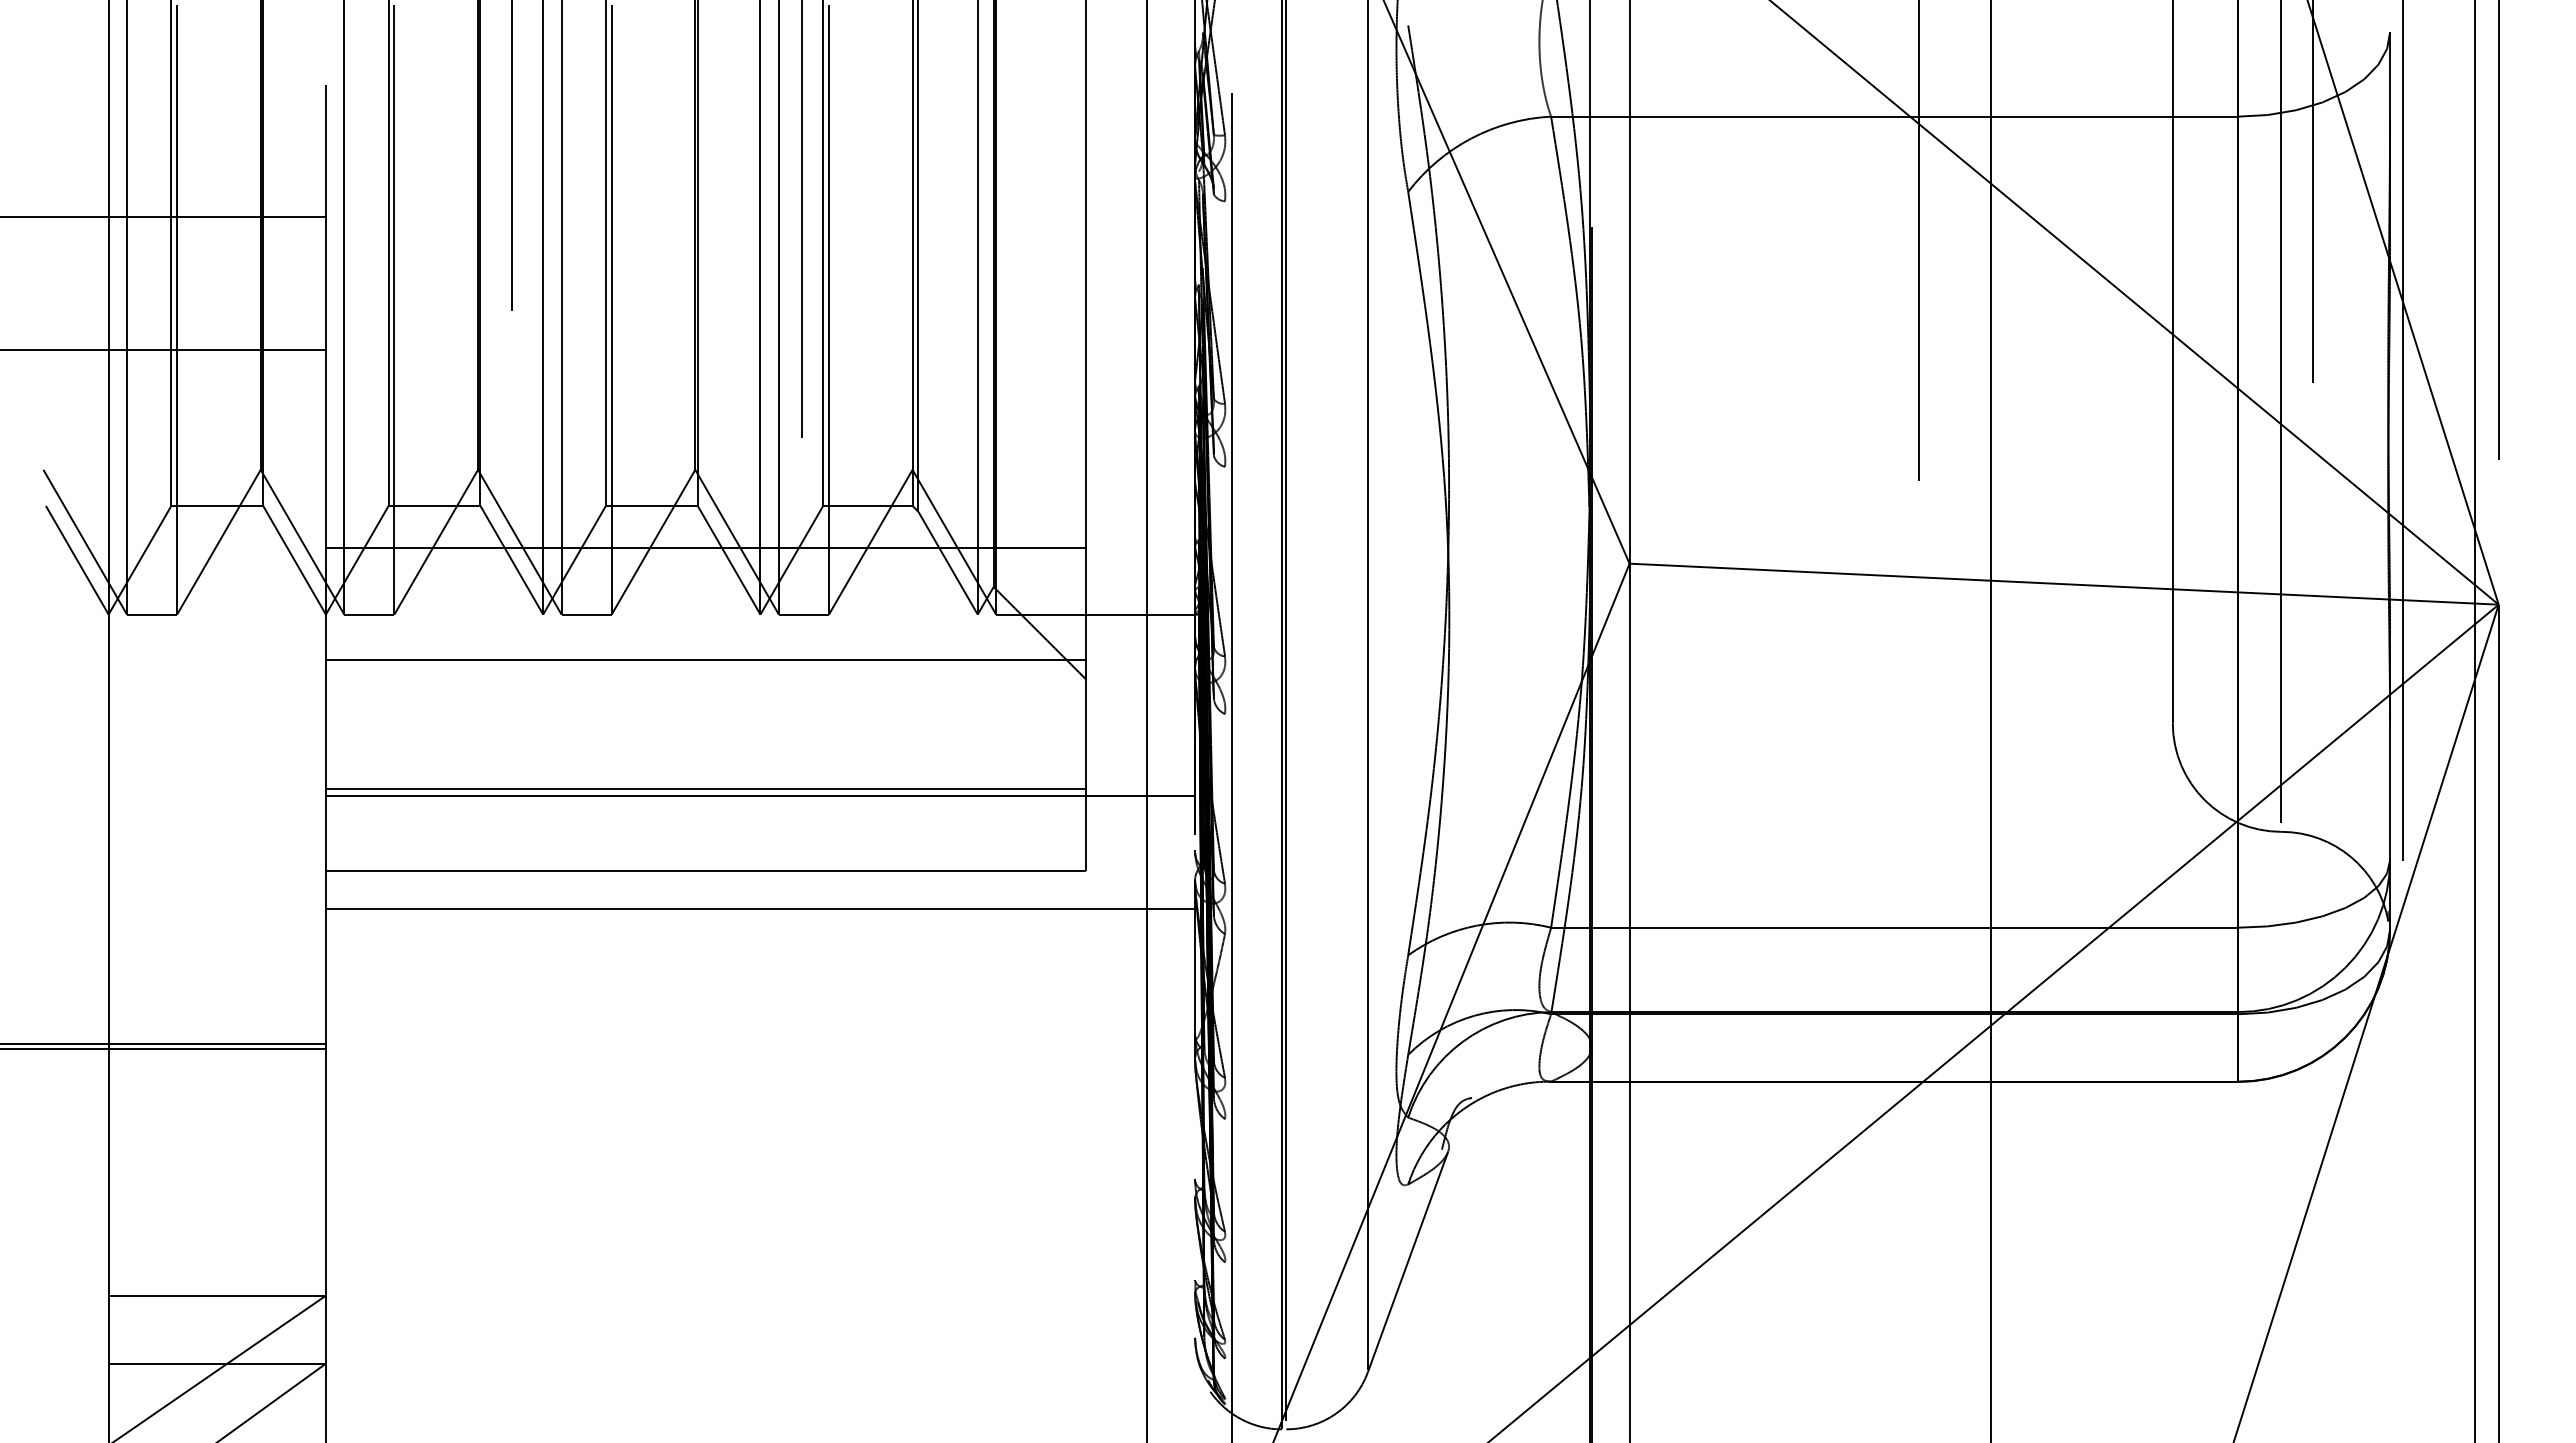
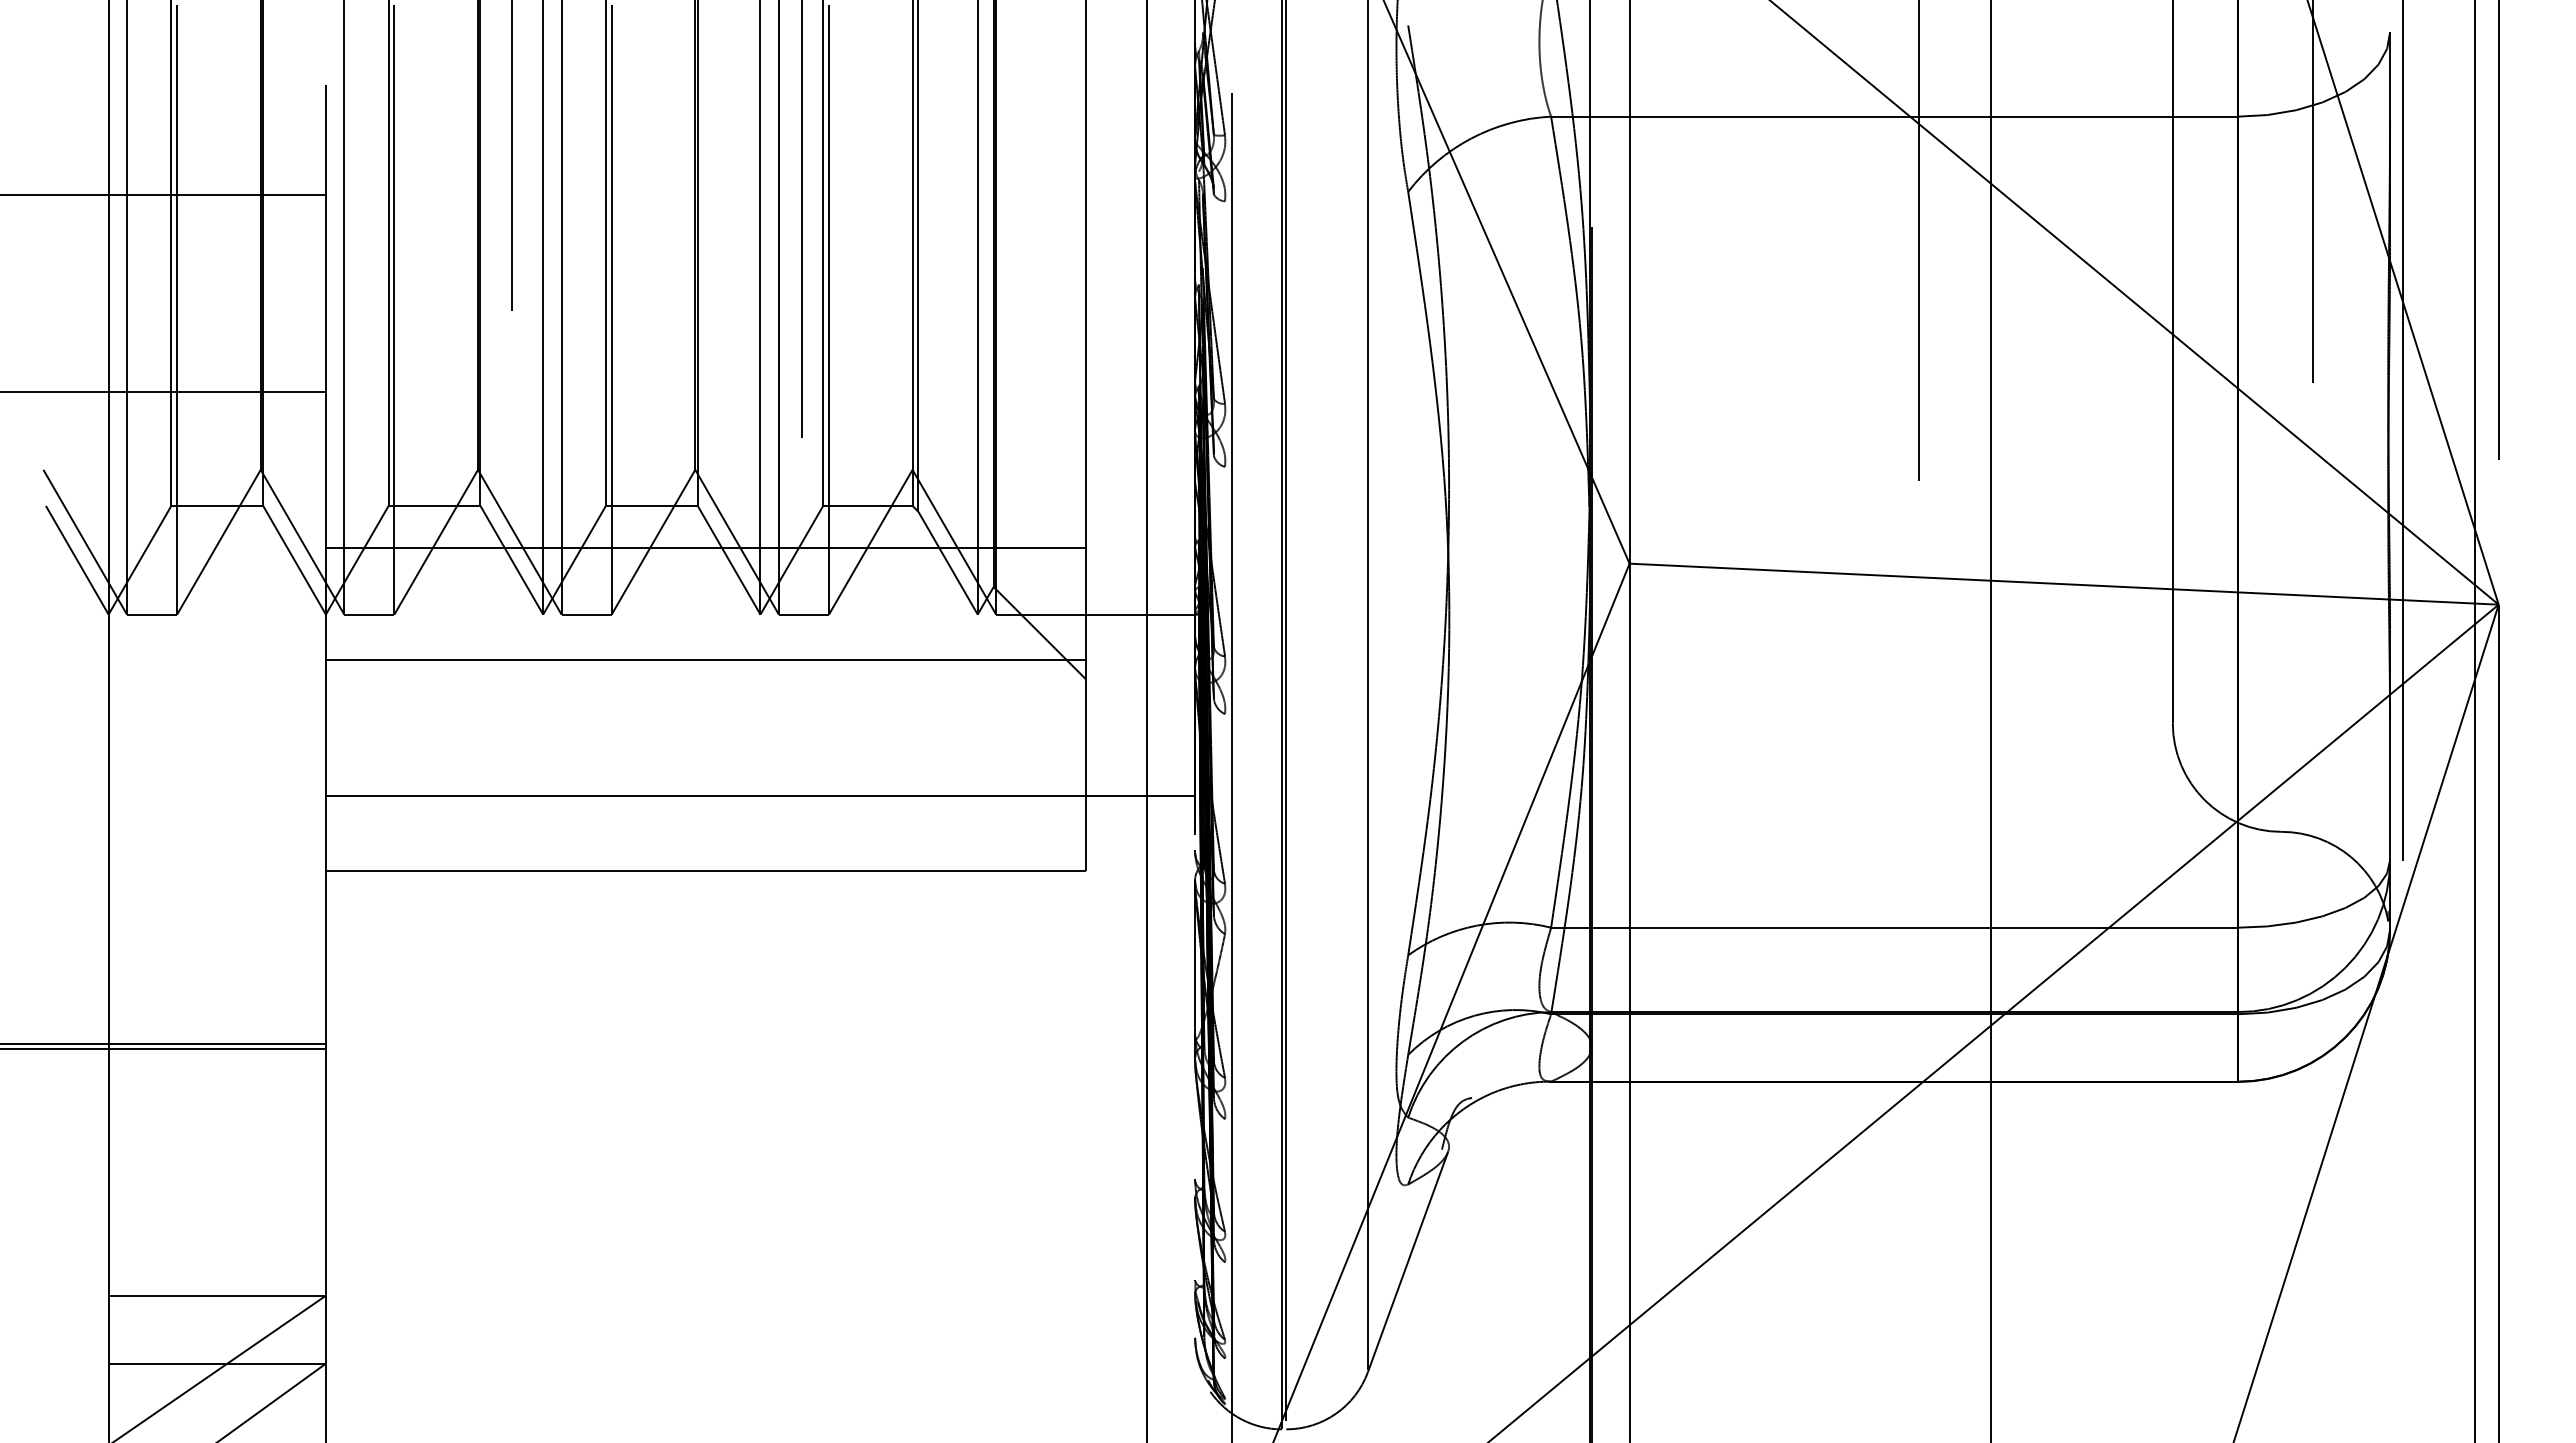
line at (163, 216) position: (163, 216) -> (163, 194)
line at (163, 350) position: (163, 350) -> (163, 392)
line at (2281, 412): present -> none
line at (705, 788): present -> none
line at (760, 909): present -> none
